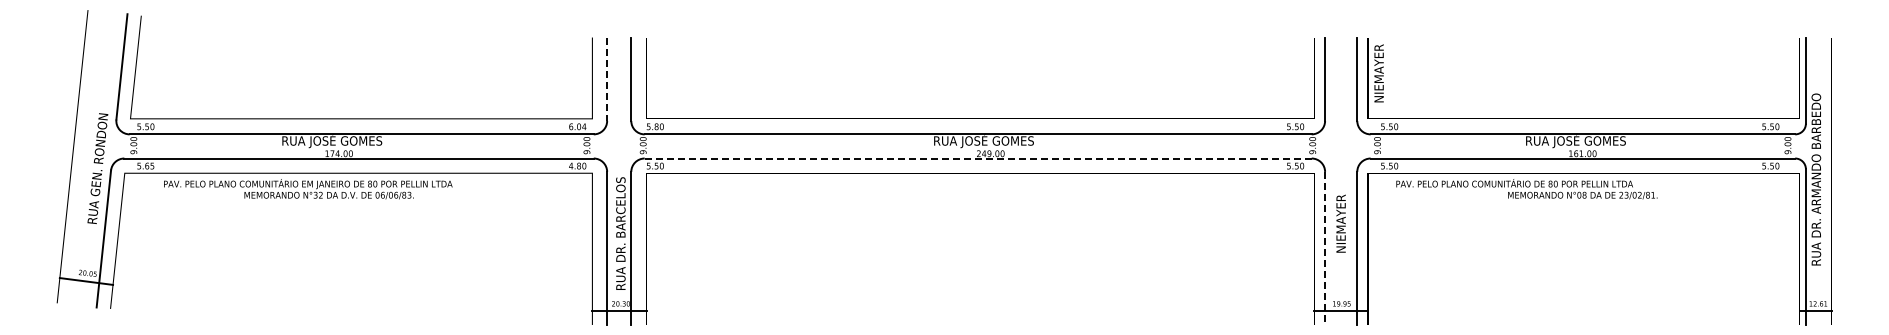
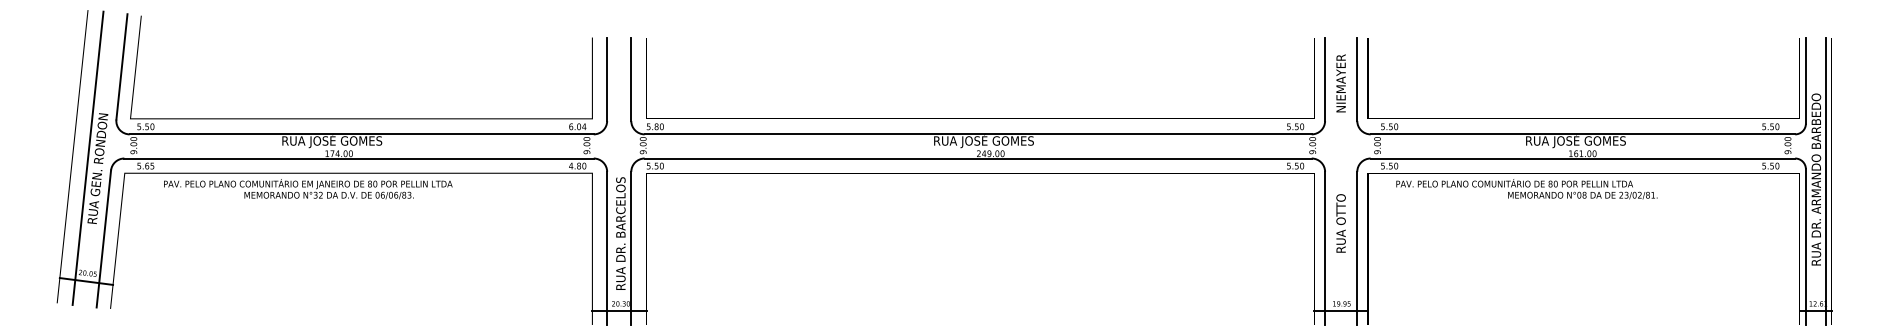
text at (1378, 73) position: (1378, 73) -> (1340, 83)
line at (607, 79): dashed -> solid
line at (87, 157): none -> present
line at (978, 158): dashed -> solid
line at (1825, 180): none -> present
text at (1340, 222): NIEMAYER -> RUA OTTO
line at (1325, 248): dashed -> solid
